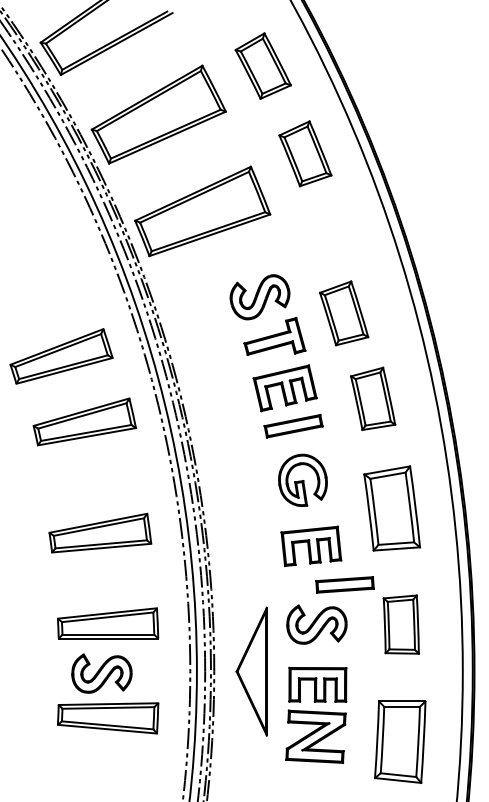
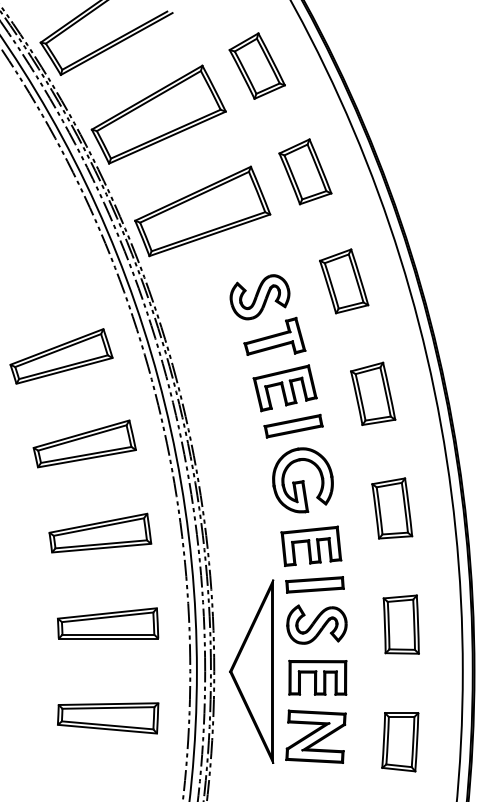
part at (262, 65) position: (262, 65) -> (256, 65)
part at (305, 153) position: (305, 153) -> (305, 171)
part at (344, 313) position: (344, 313) -> (344, 281)
part at (373, 398) position: (373, 398) -> (373, 393)
part at (84, 421) position: (84, 421) -> (84, 443)
part at (302, 479) size: 50x54 px -> 62x67 px
part at (392, 508) size: 59x87 px -> 43x63 px
part at (344, 584) position: (344, 584) -> (314, 584)
part at (251, 671) size: 33x131 px -> 46x185 px
part at (101, 673): present -> none
part at (317, 684) position: (317, 684) -> (317, 677)
part at (400, 741) size: 53x84 px -> 39x61 px
